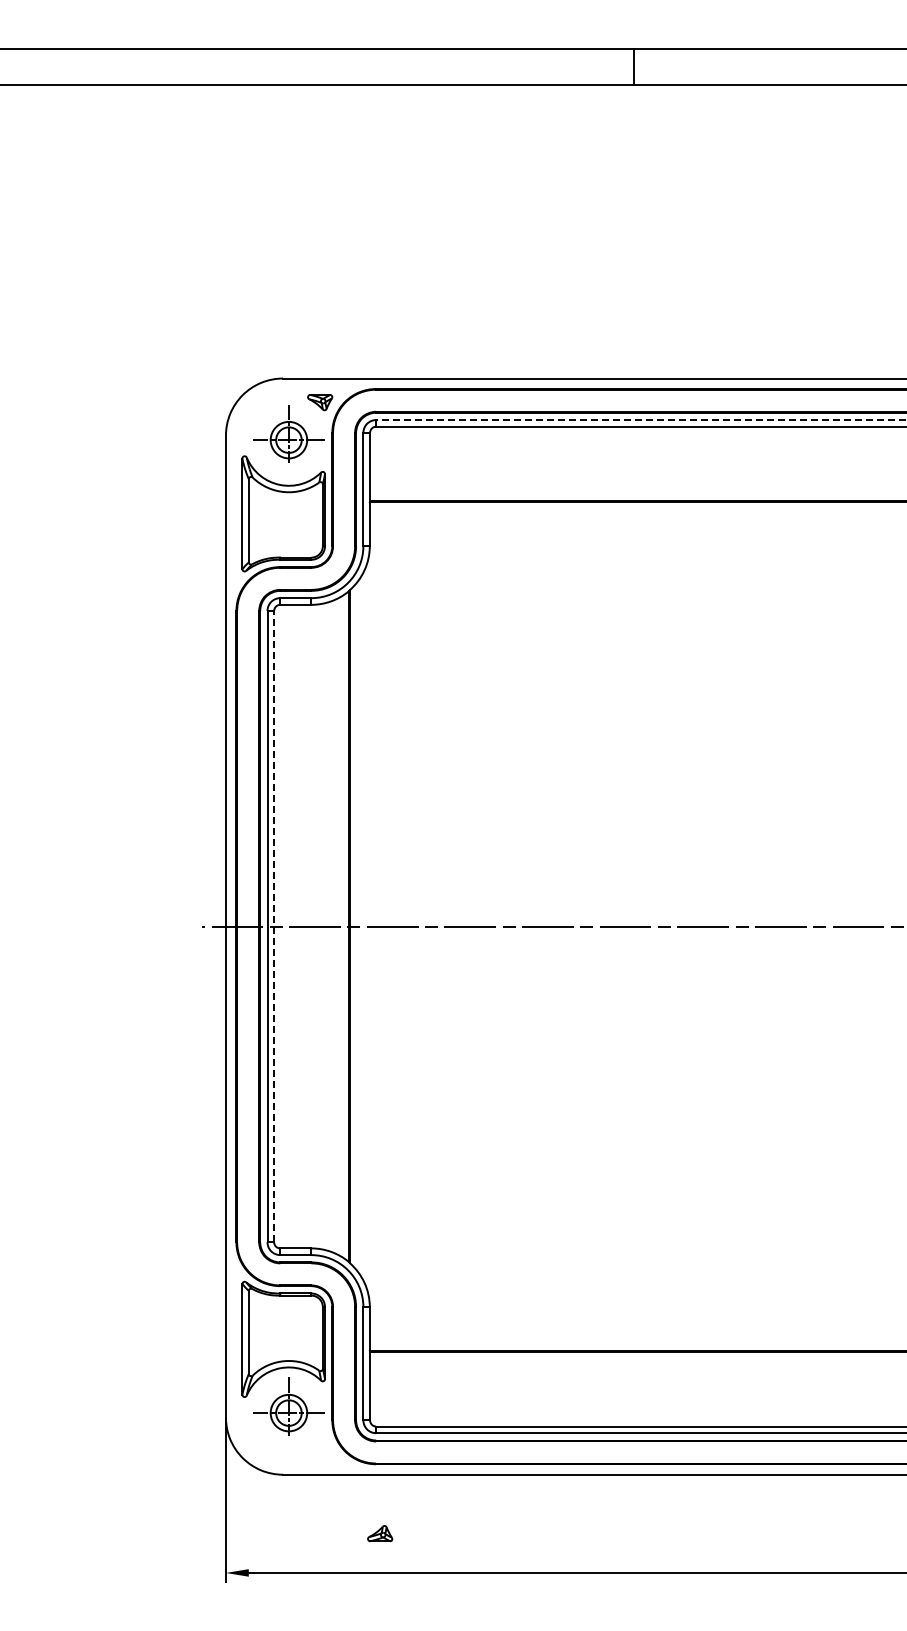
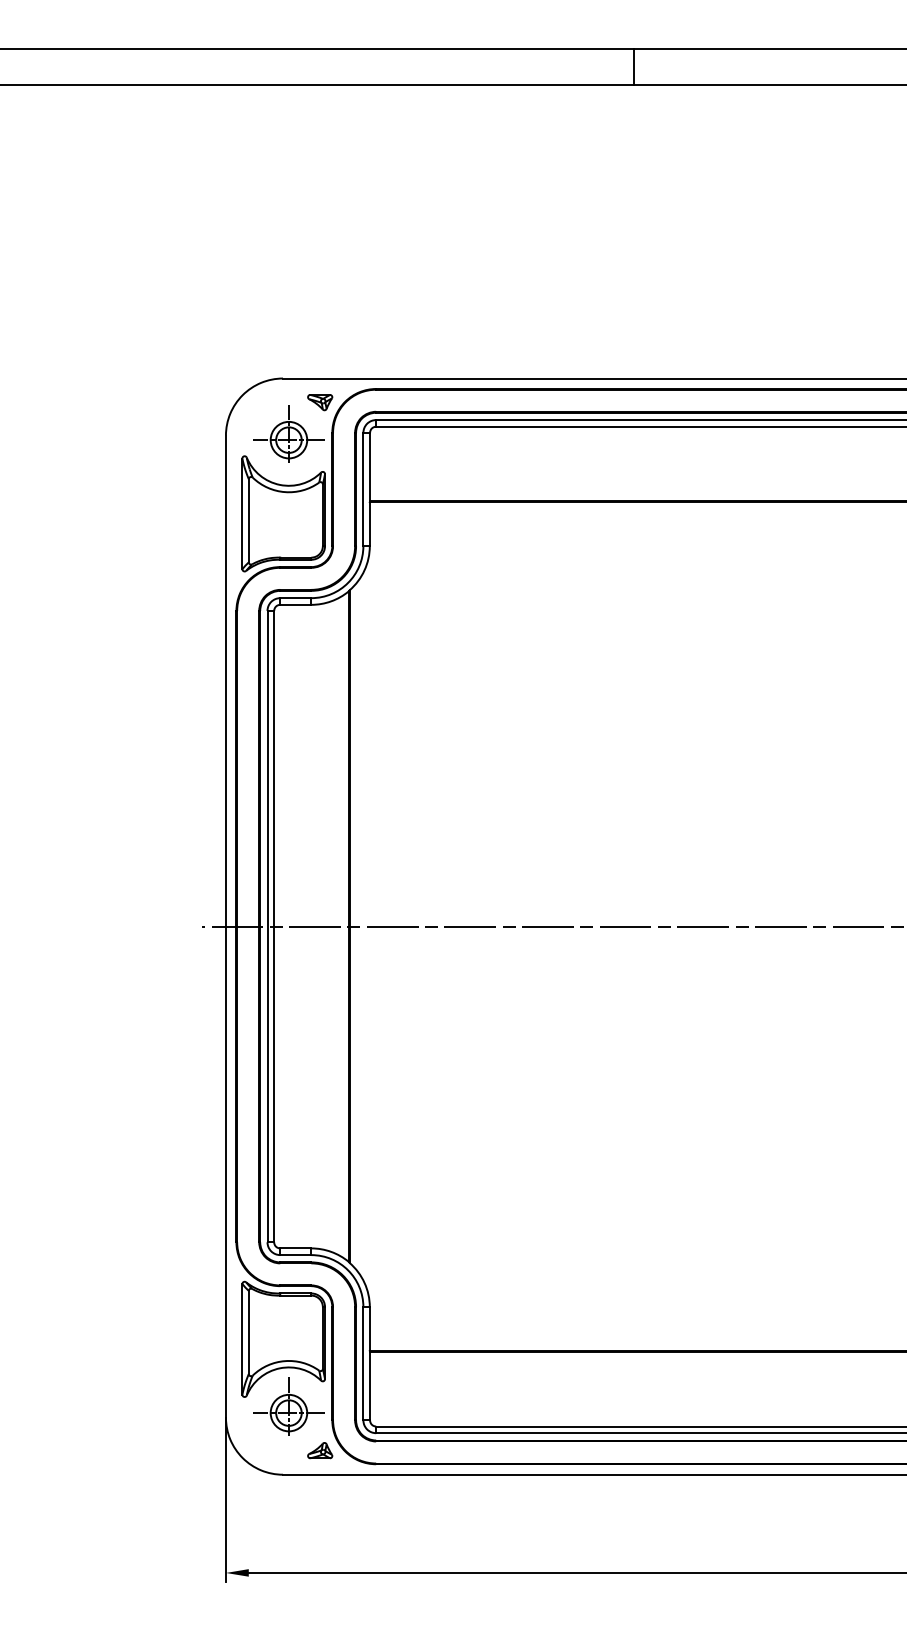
line at (641, 420): dashed -> solid
line at (274, 926): dashed -> solid
part at (380, 1533) position: (380, 1533) -> (320, 1450)
